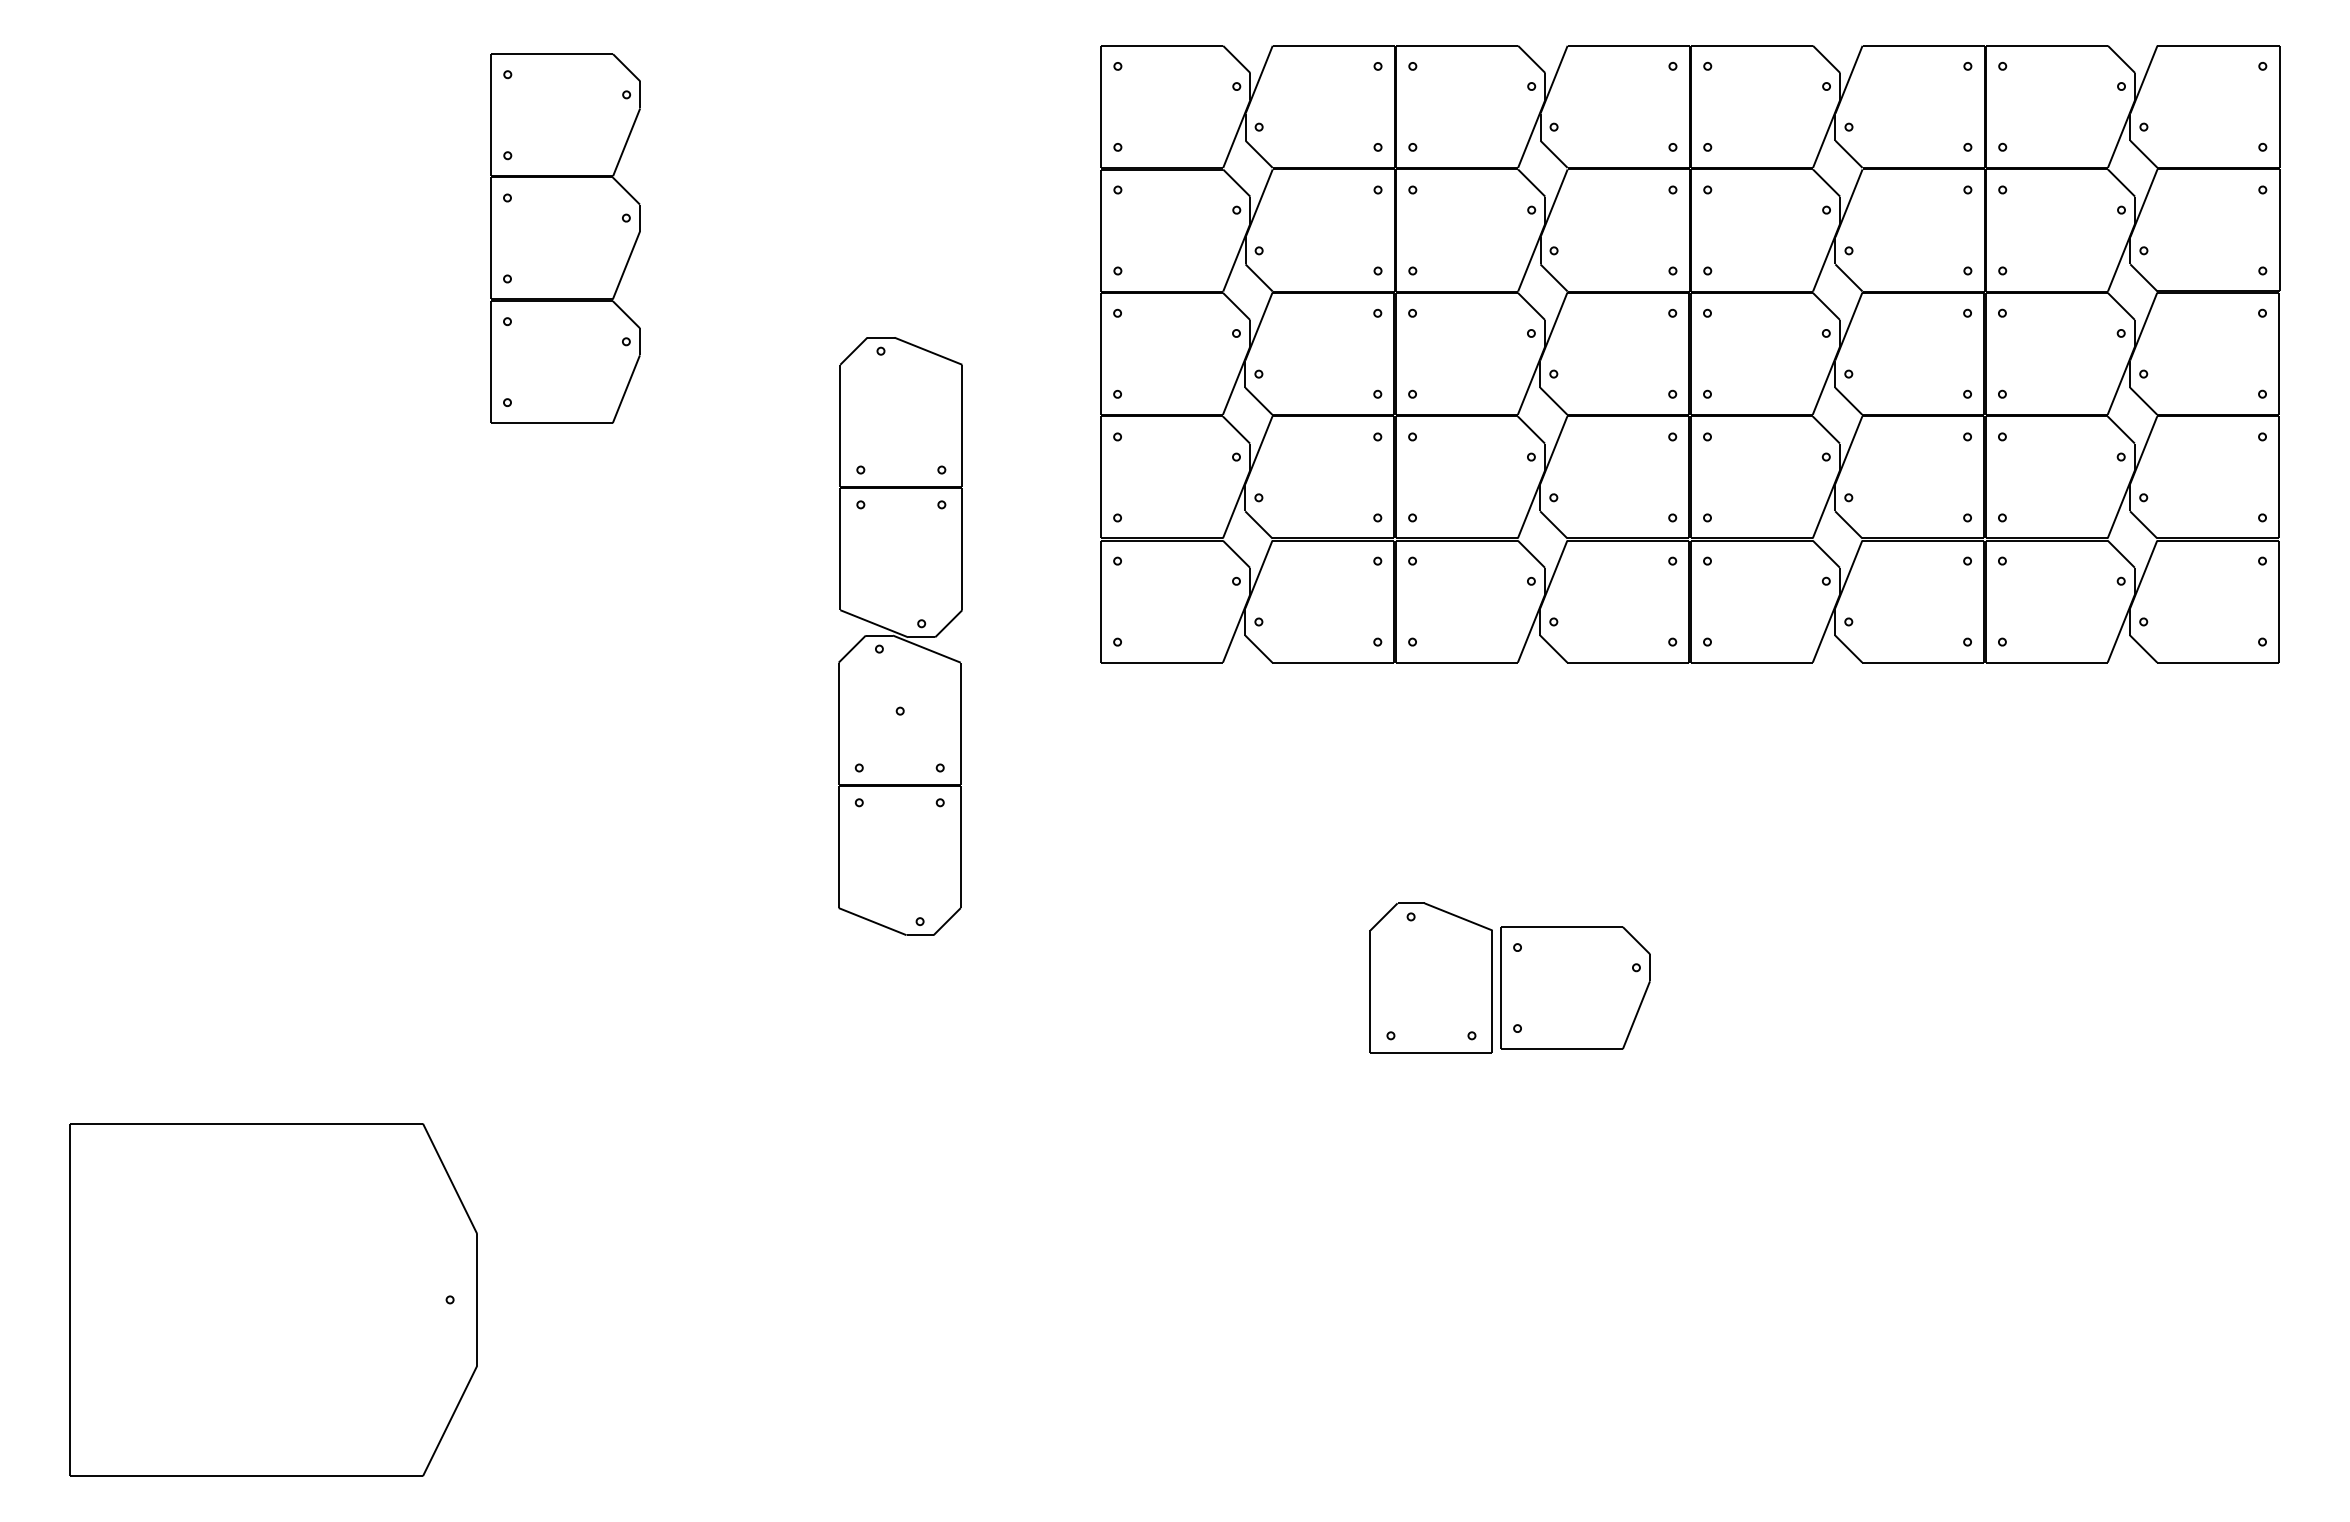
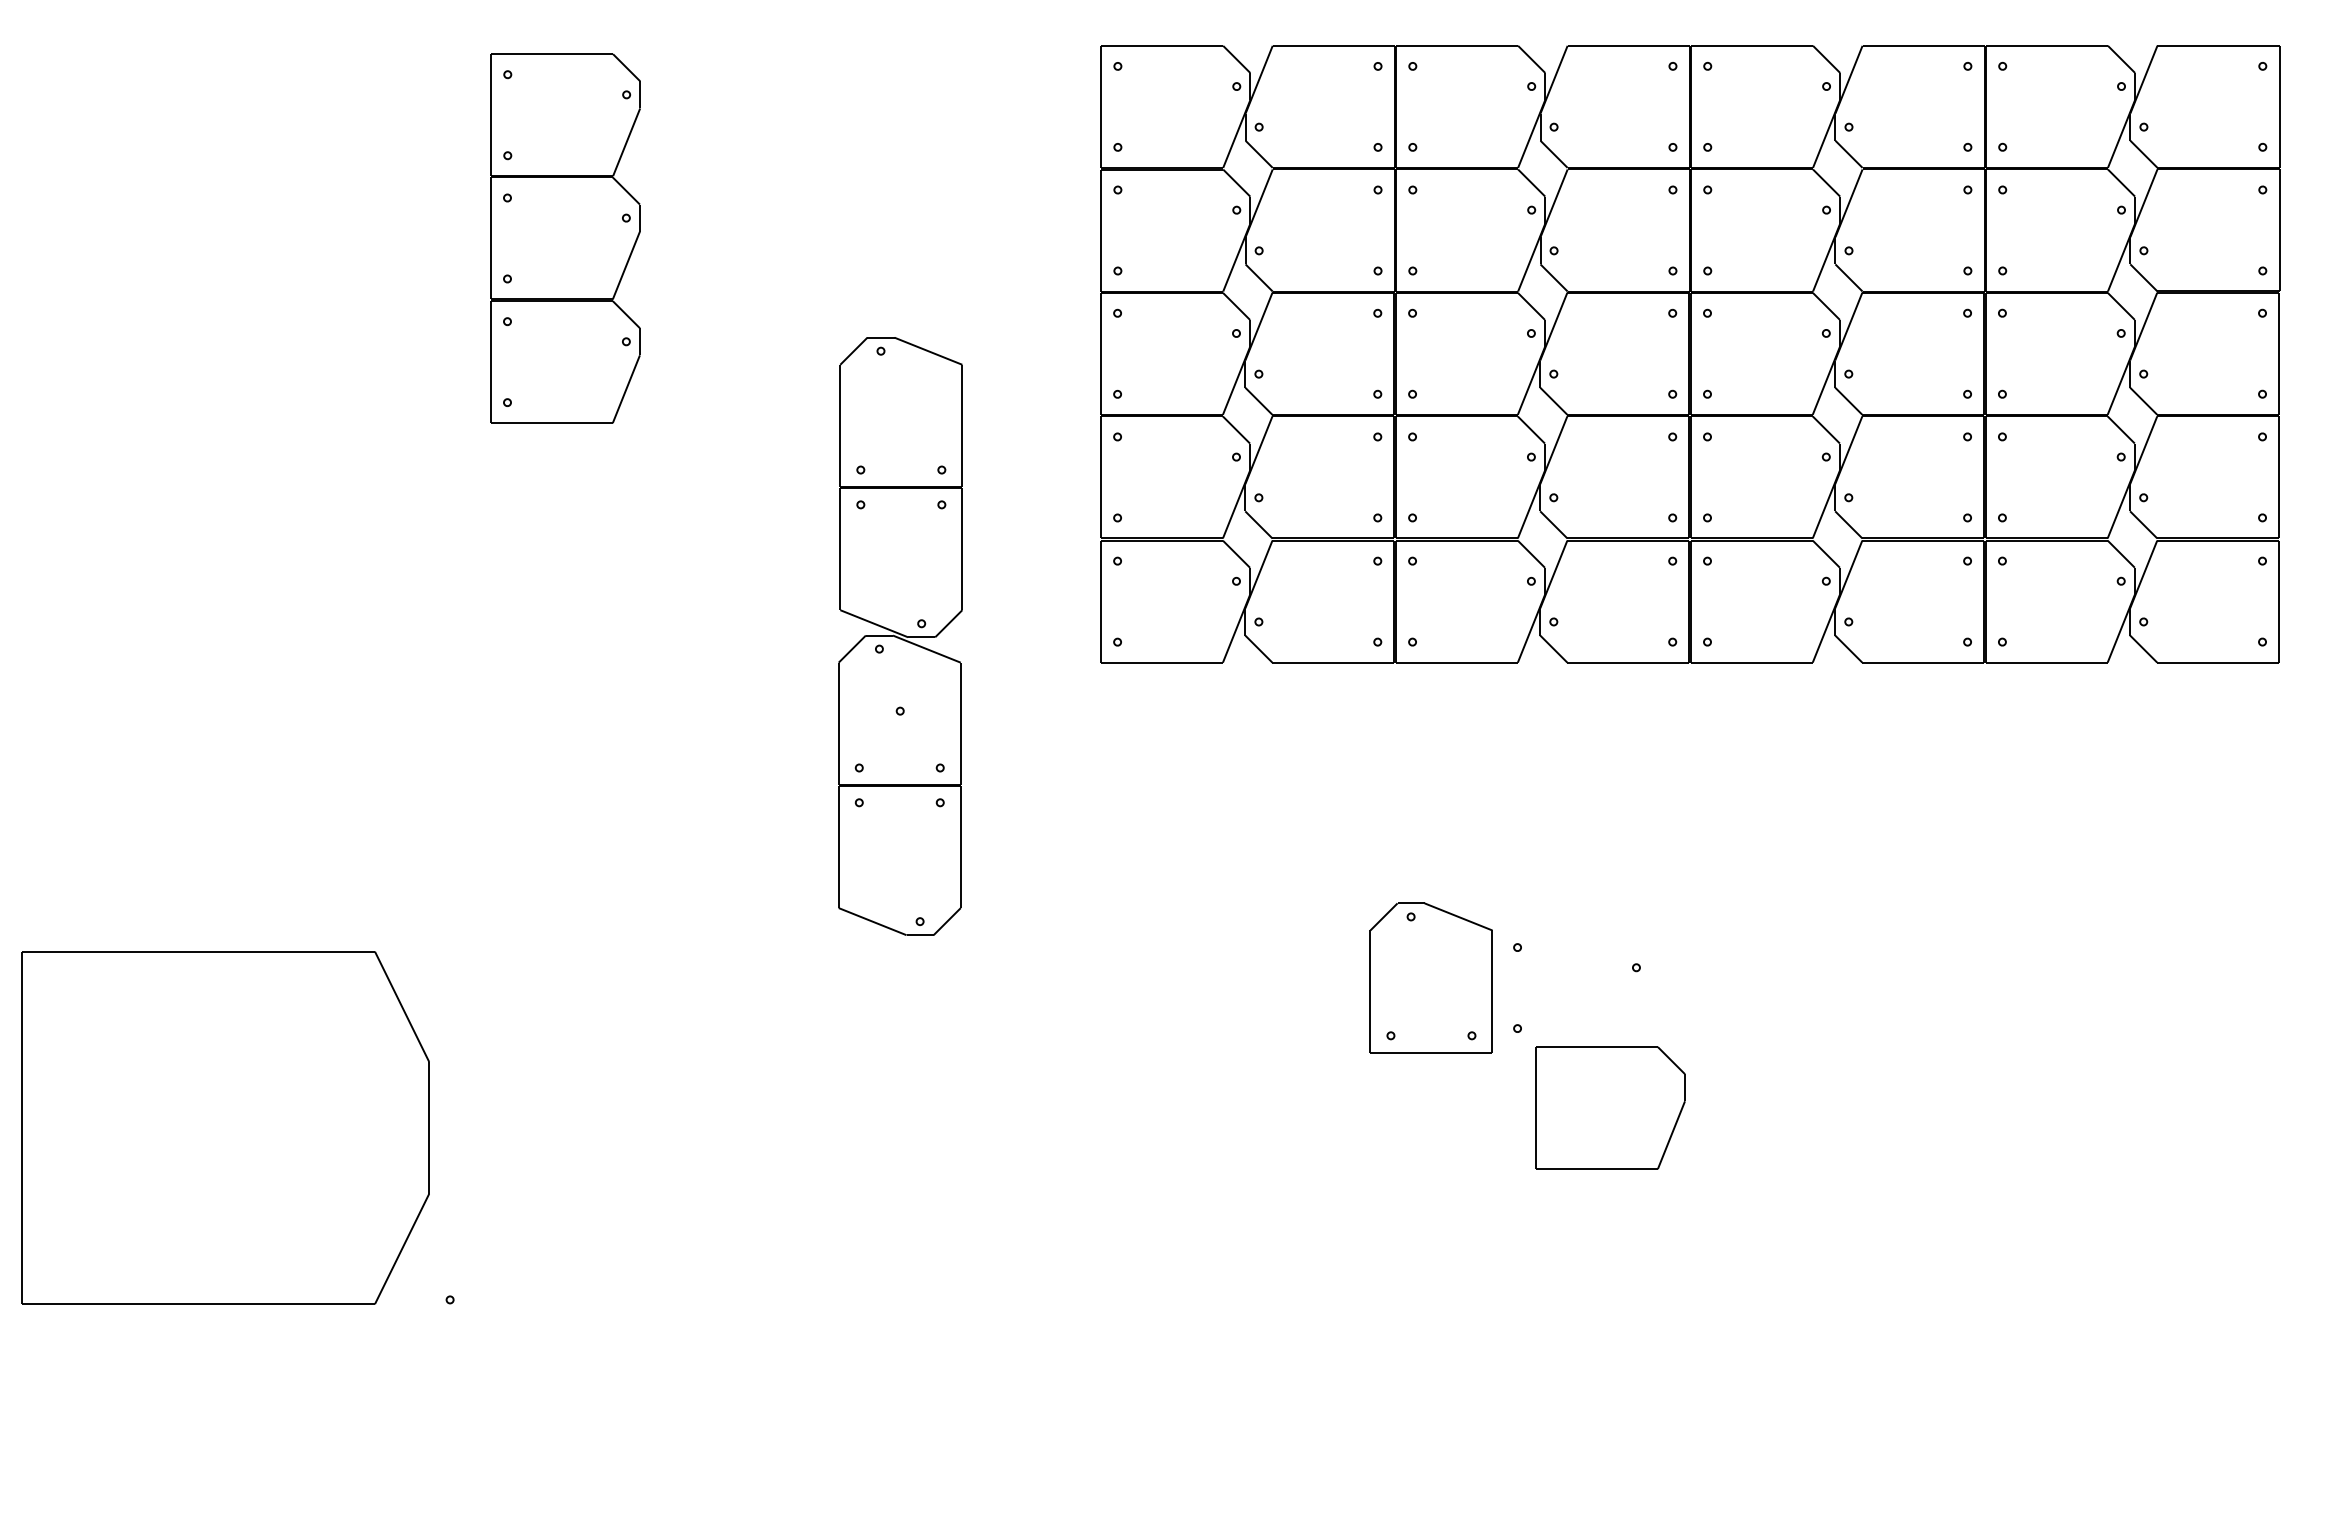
part at (1575, 987) position: (1575, 987) -> (1610, 1107)
part at (273, 1299) position: (273, 1299) -> (225, 1127)
